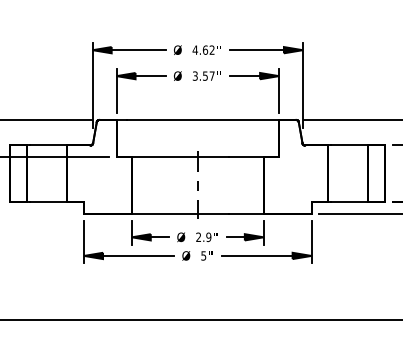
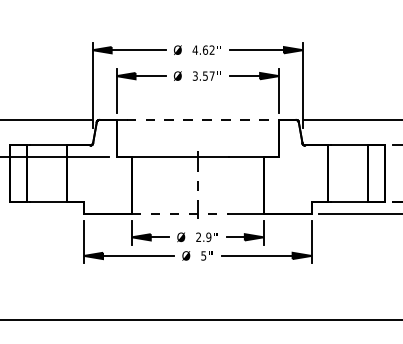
line at (203, 119): solid -> dashed
line at (180, 213): solid -> dashed
